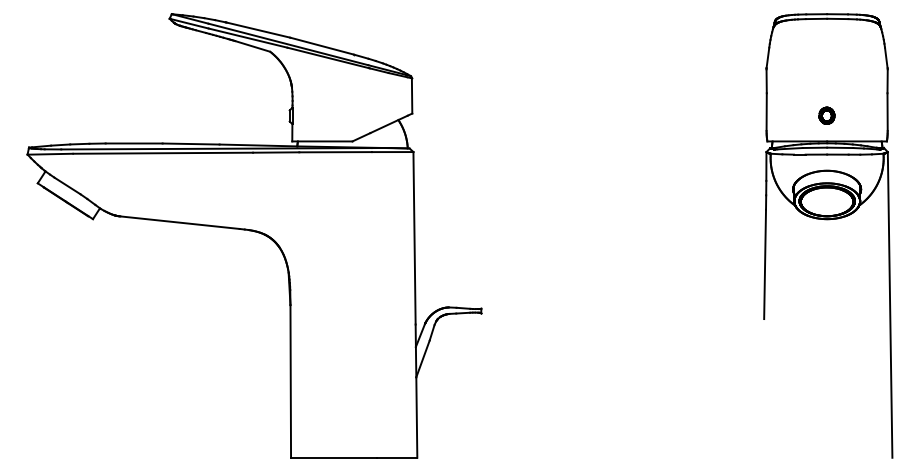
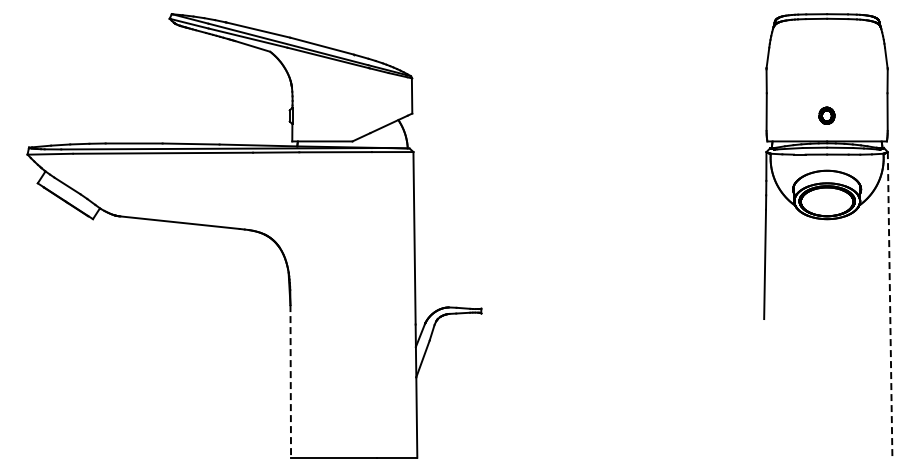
line at (890, 304): solid -> dashed
line at (290, 381): solid -> dashed
